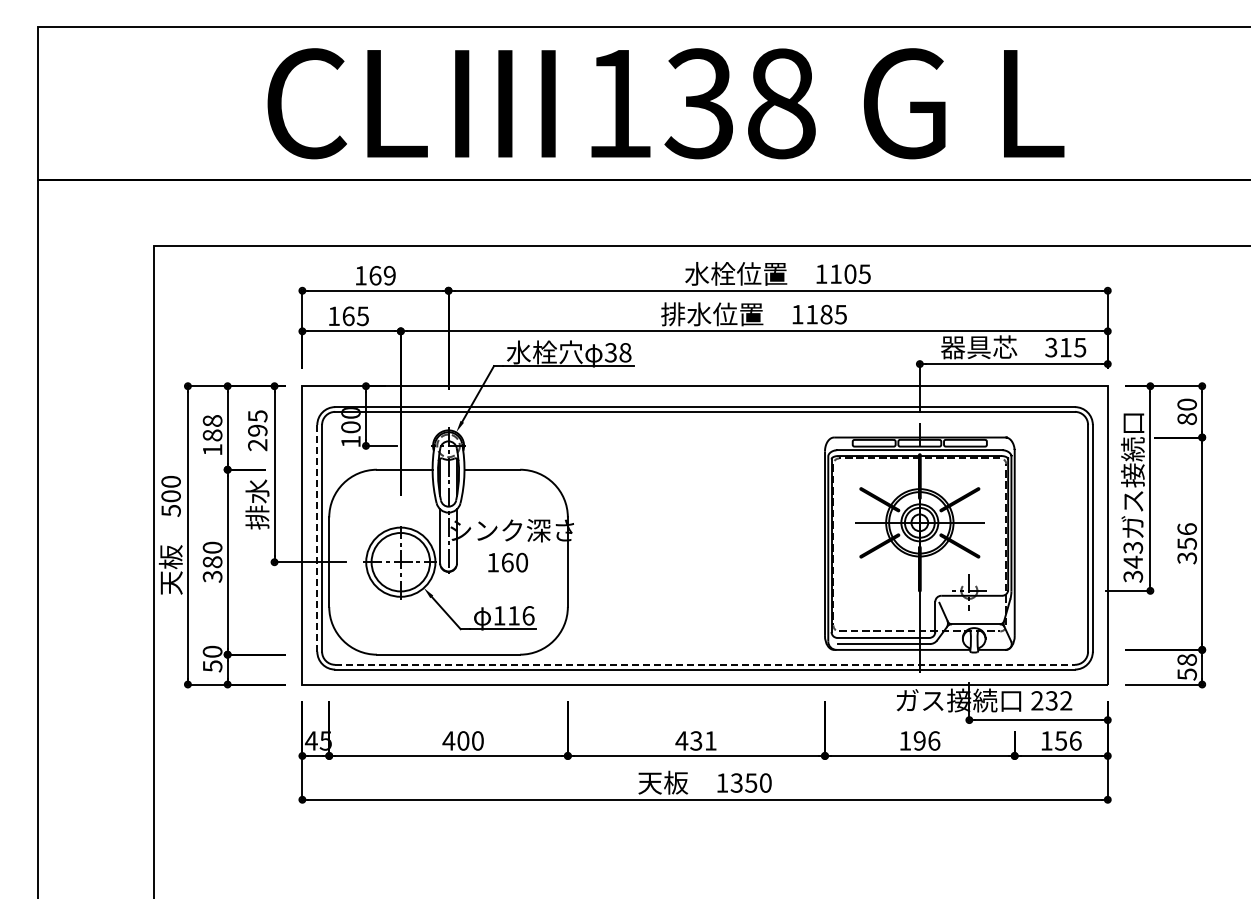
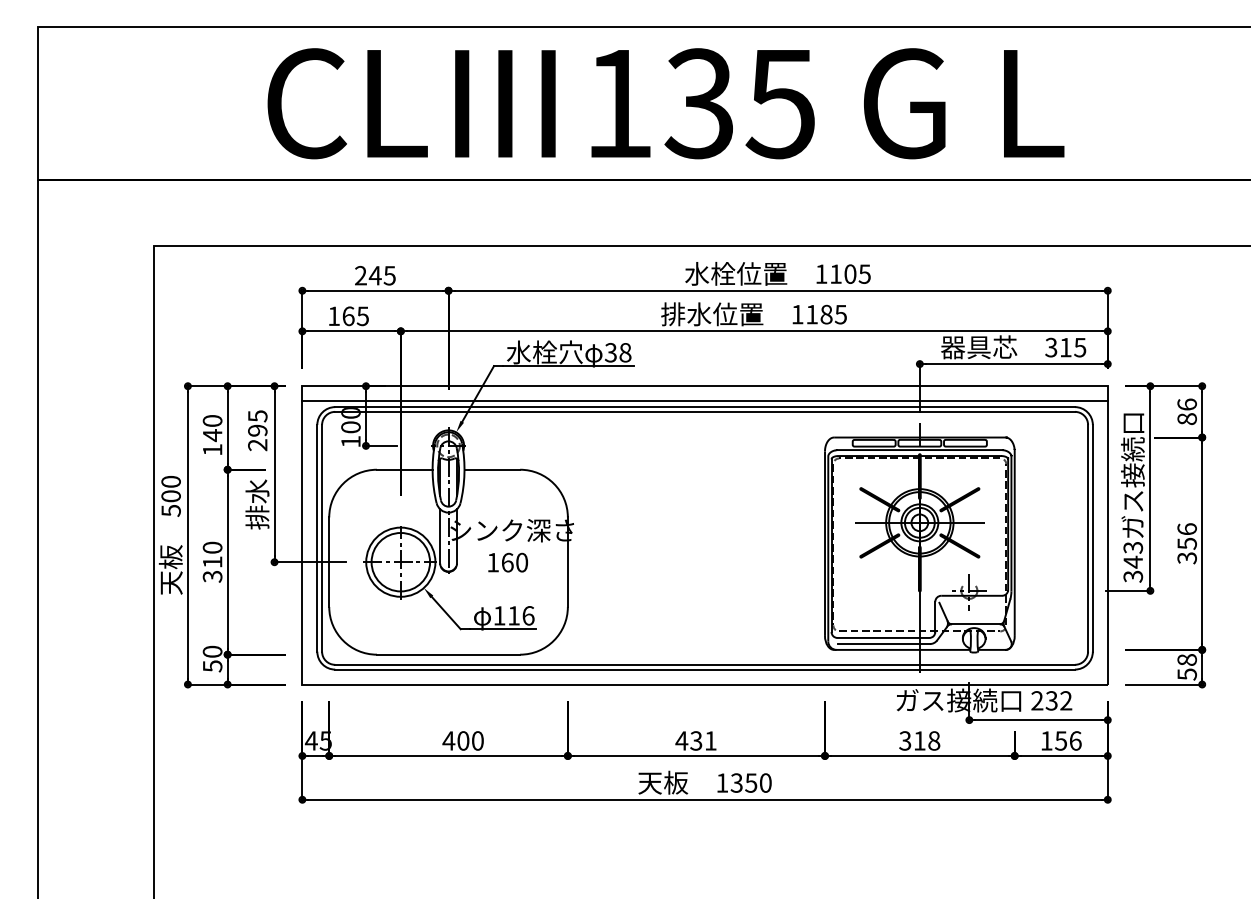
text at (780, 103): 138 -> 135
text at (375, 275): 169 -> 245
line at (704, 401): none -> present
text at (1186, 404): 80 -> 86
text at (212, 428): 188 -> 140
line at (317, 538): dashed -> solid
text at (212, 562): 380 -> 310
line at (705, 664): dashed -> solid
text at (919, 740): 196 -> 318
